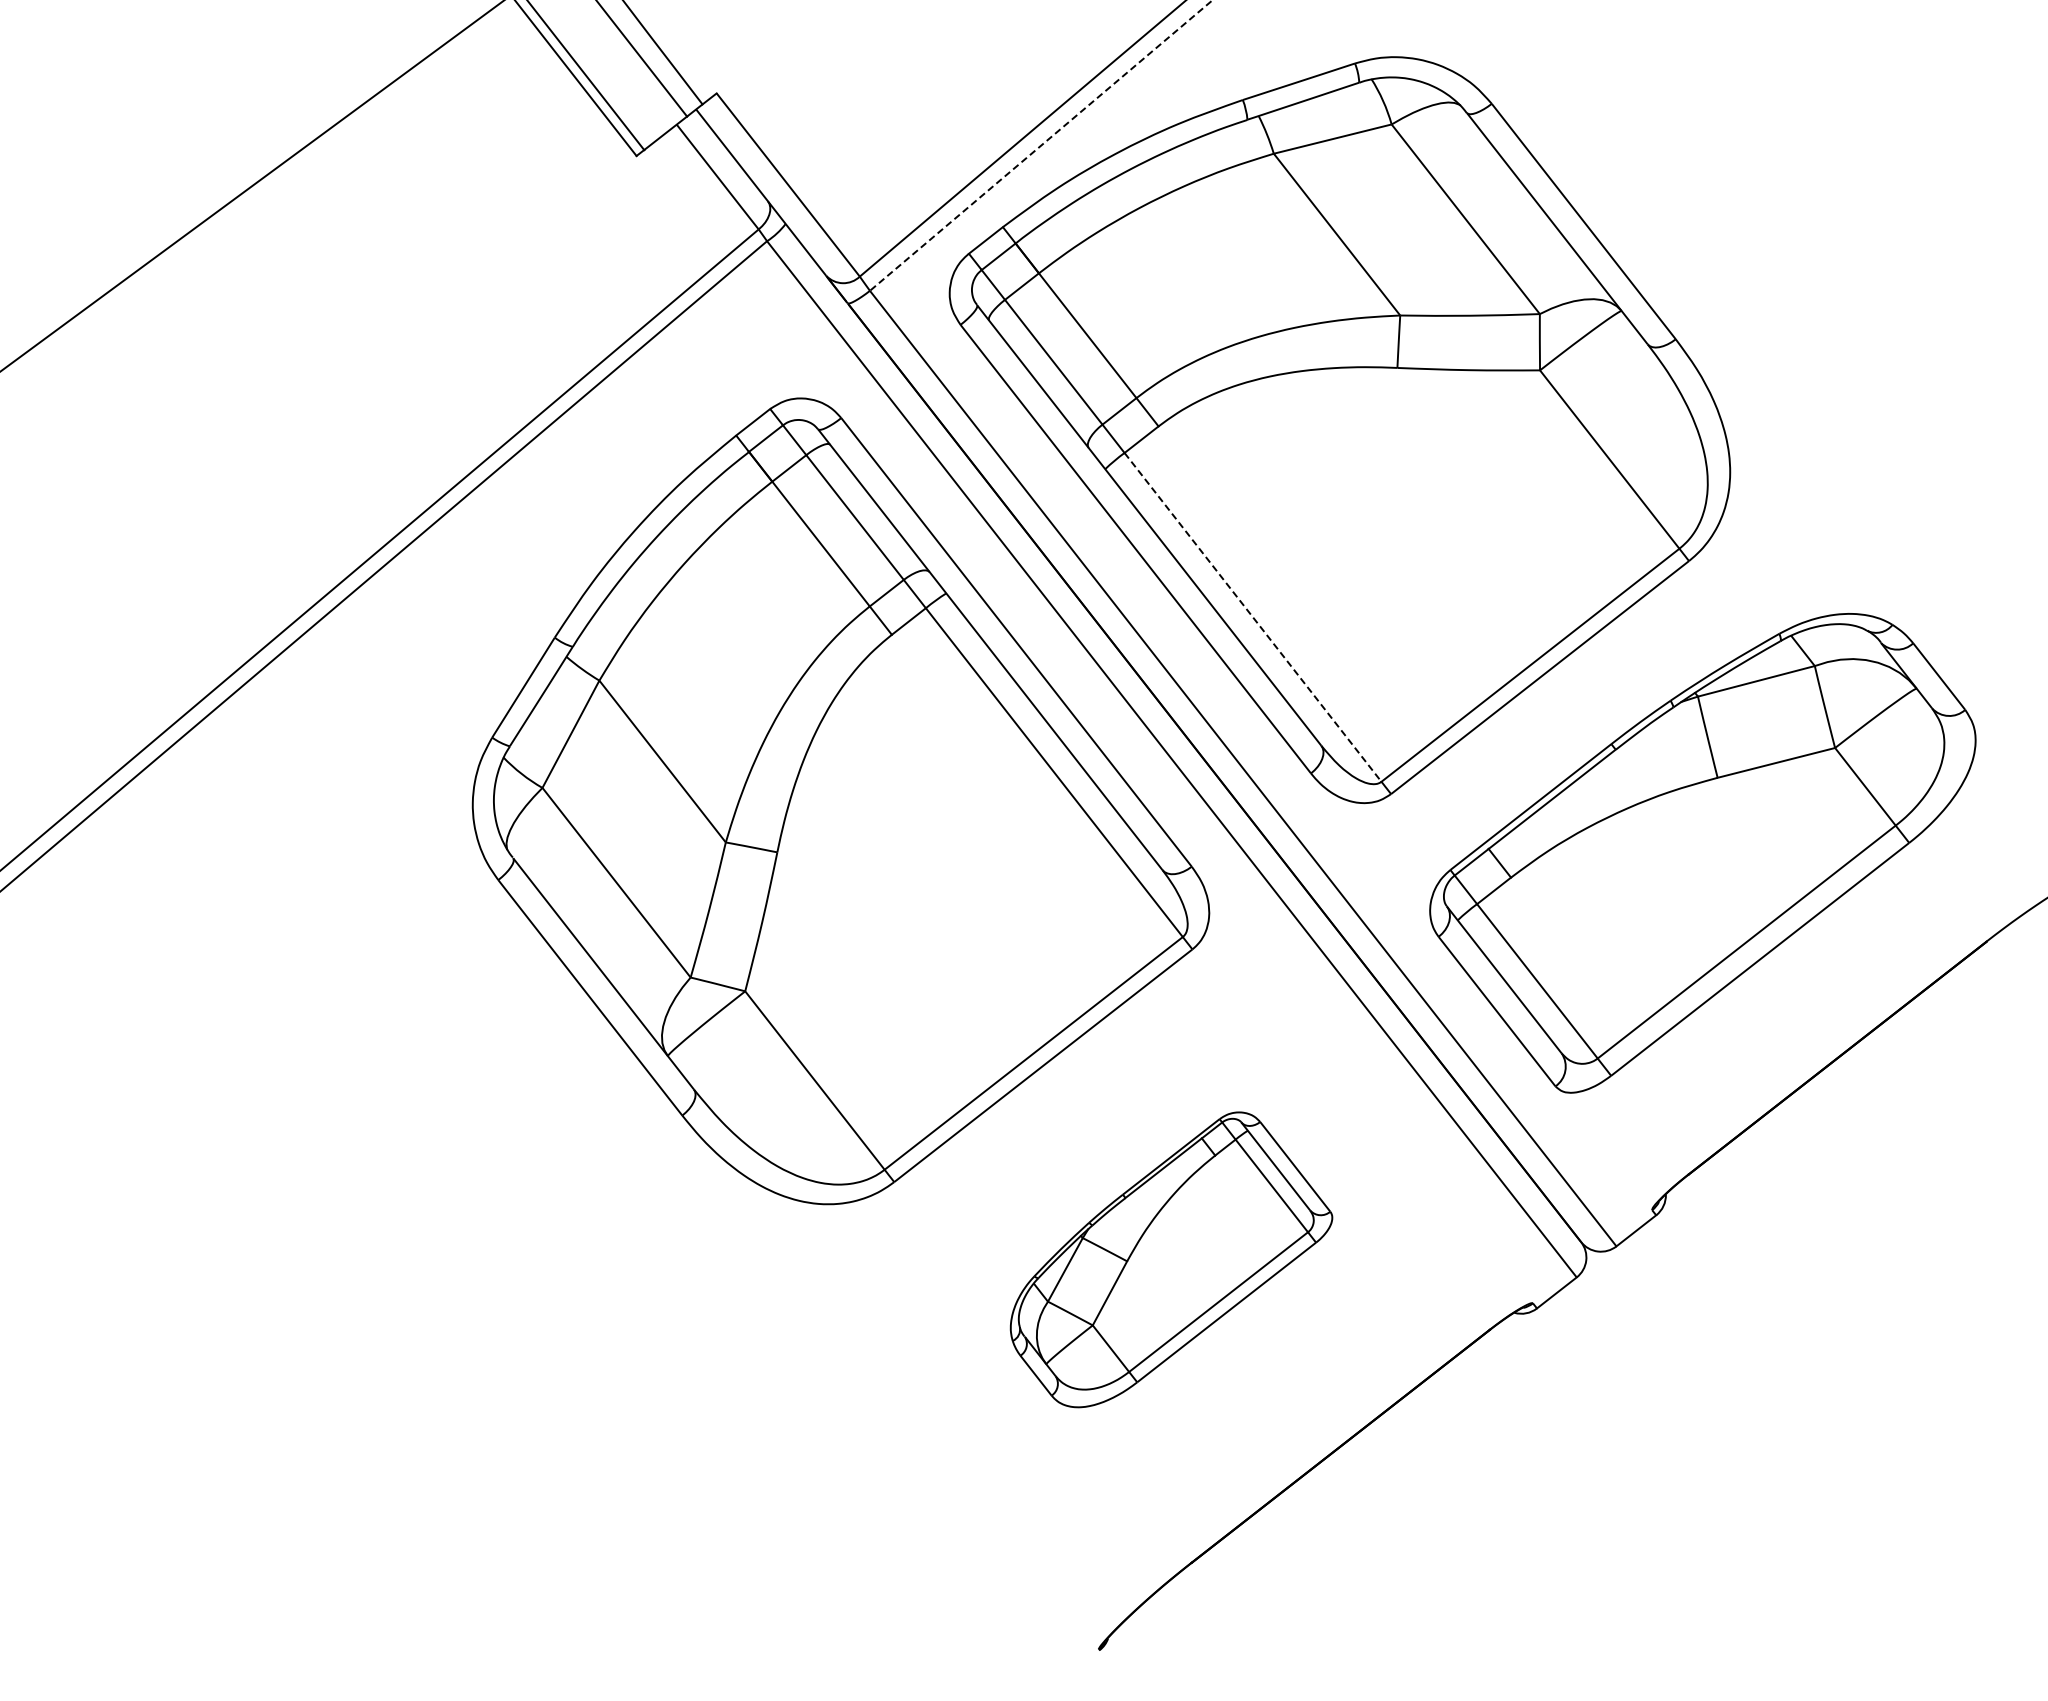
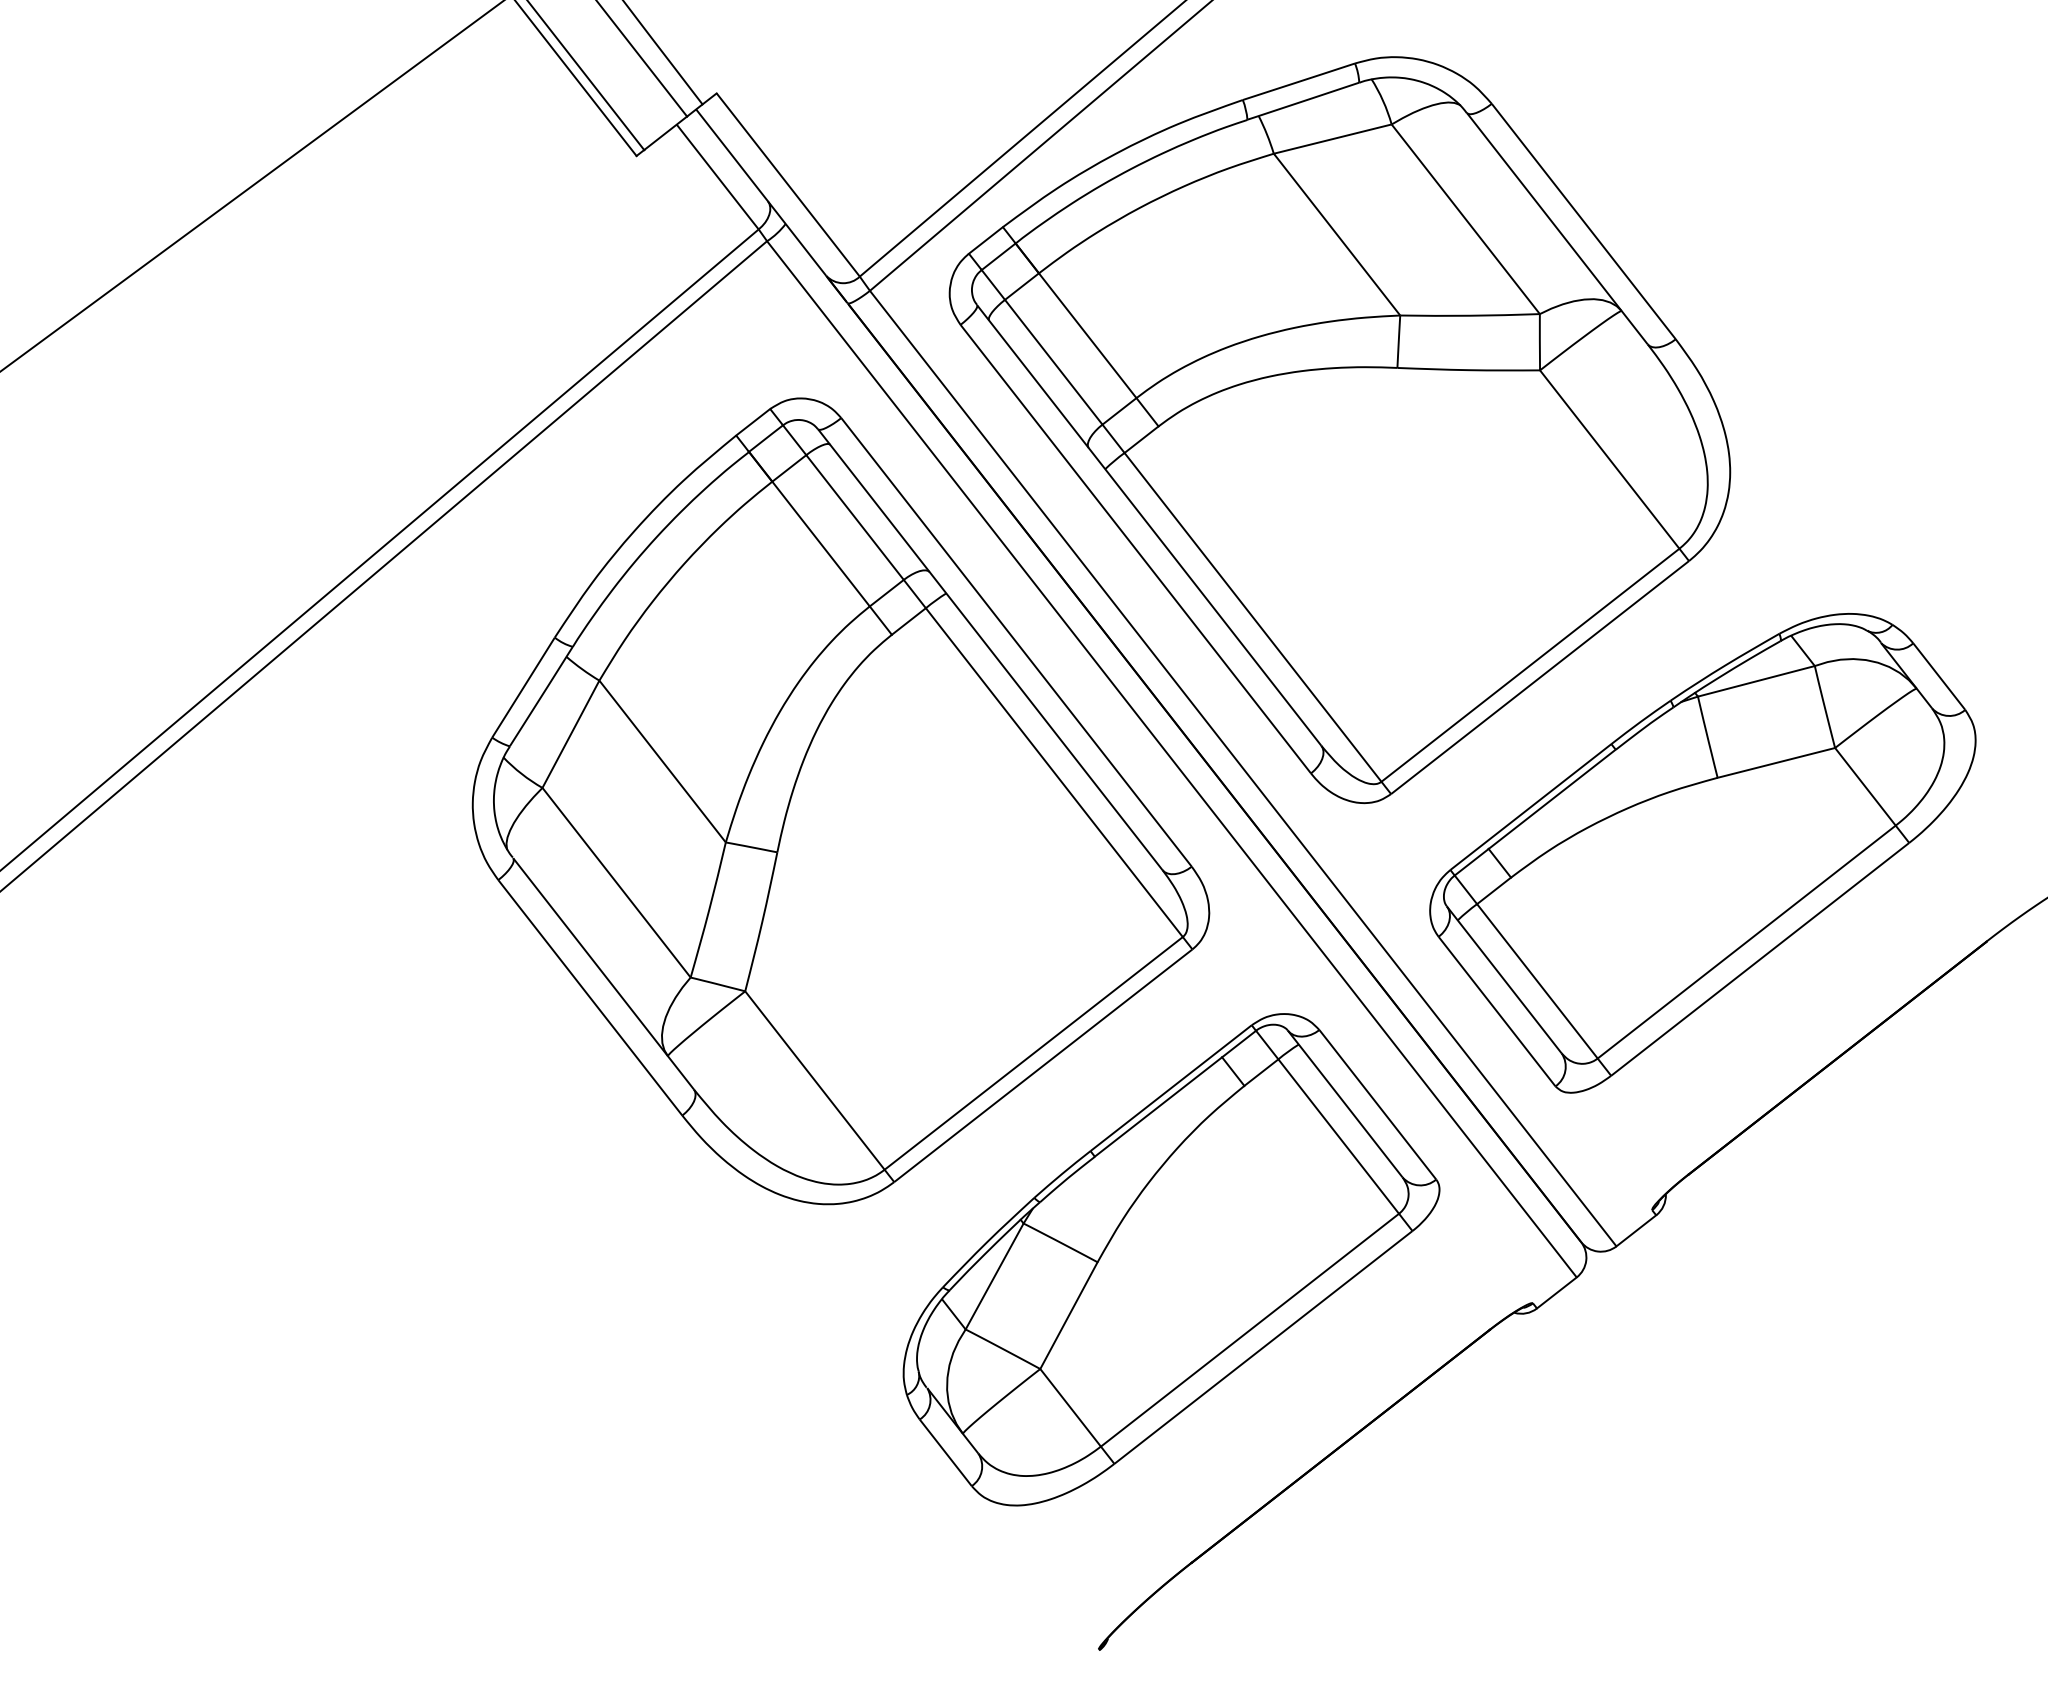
line at (1040, 145): dashed -> solid
line at (1253, 617): dashed -> solid
part at (1171, 1259) size: 325x298 px -> 539x494 px
